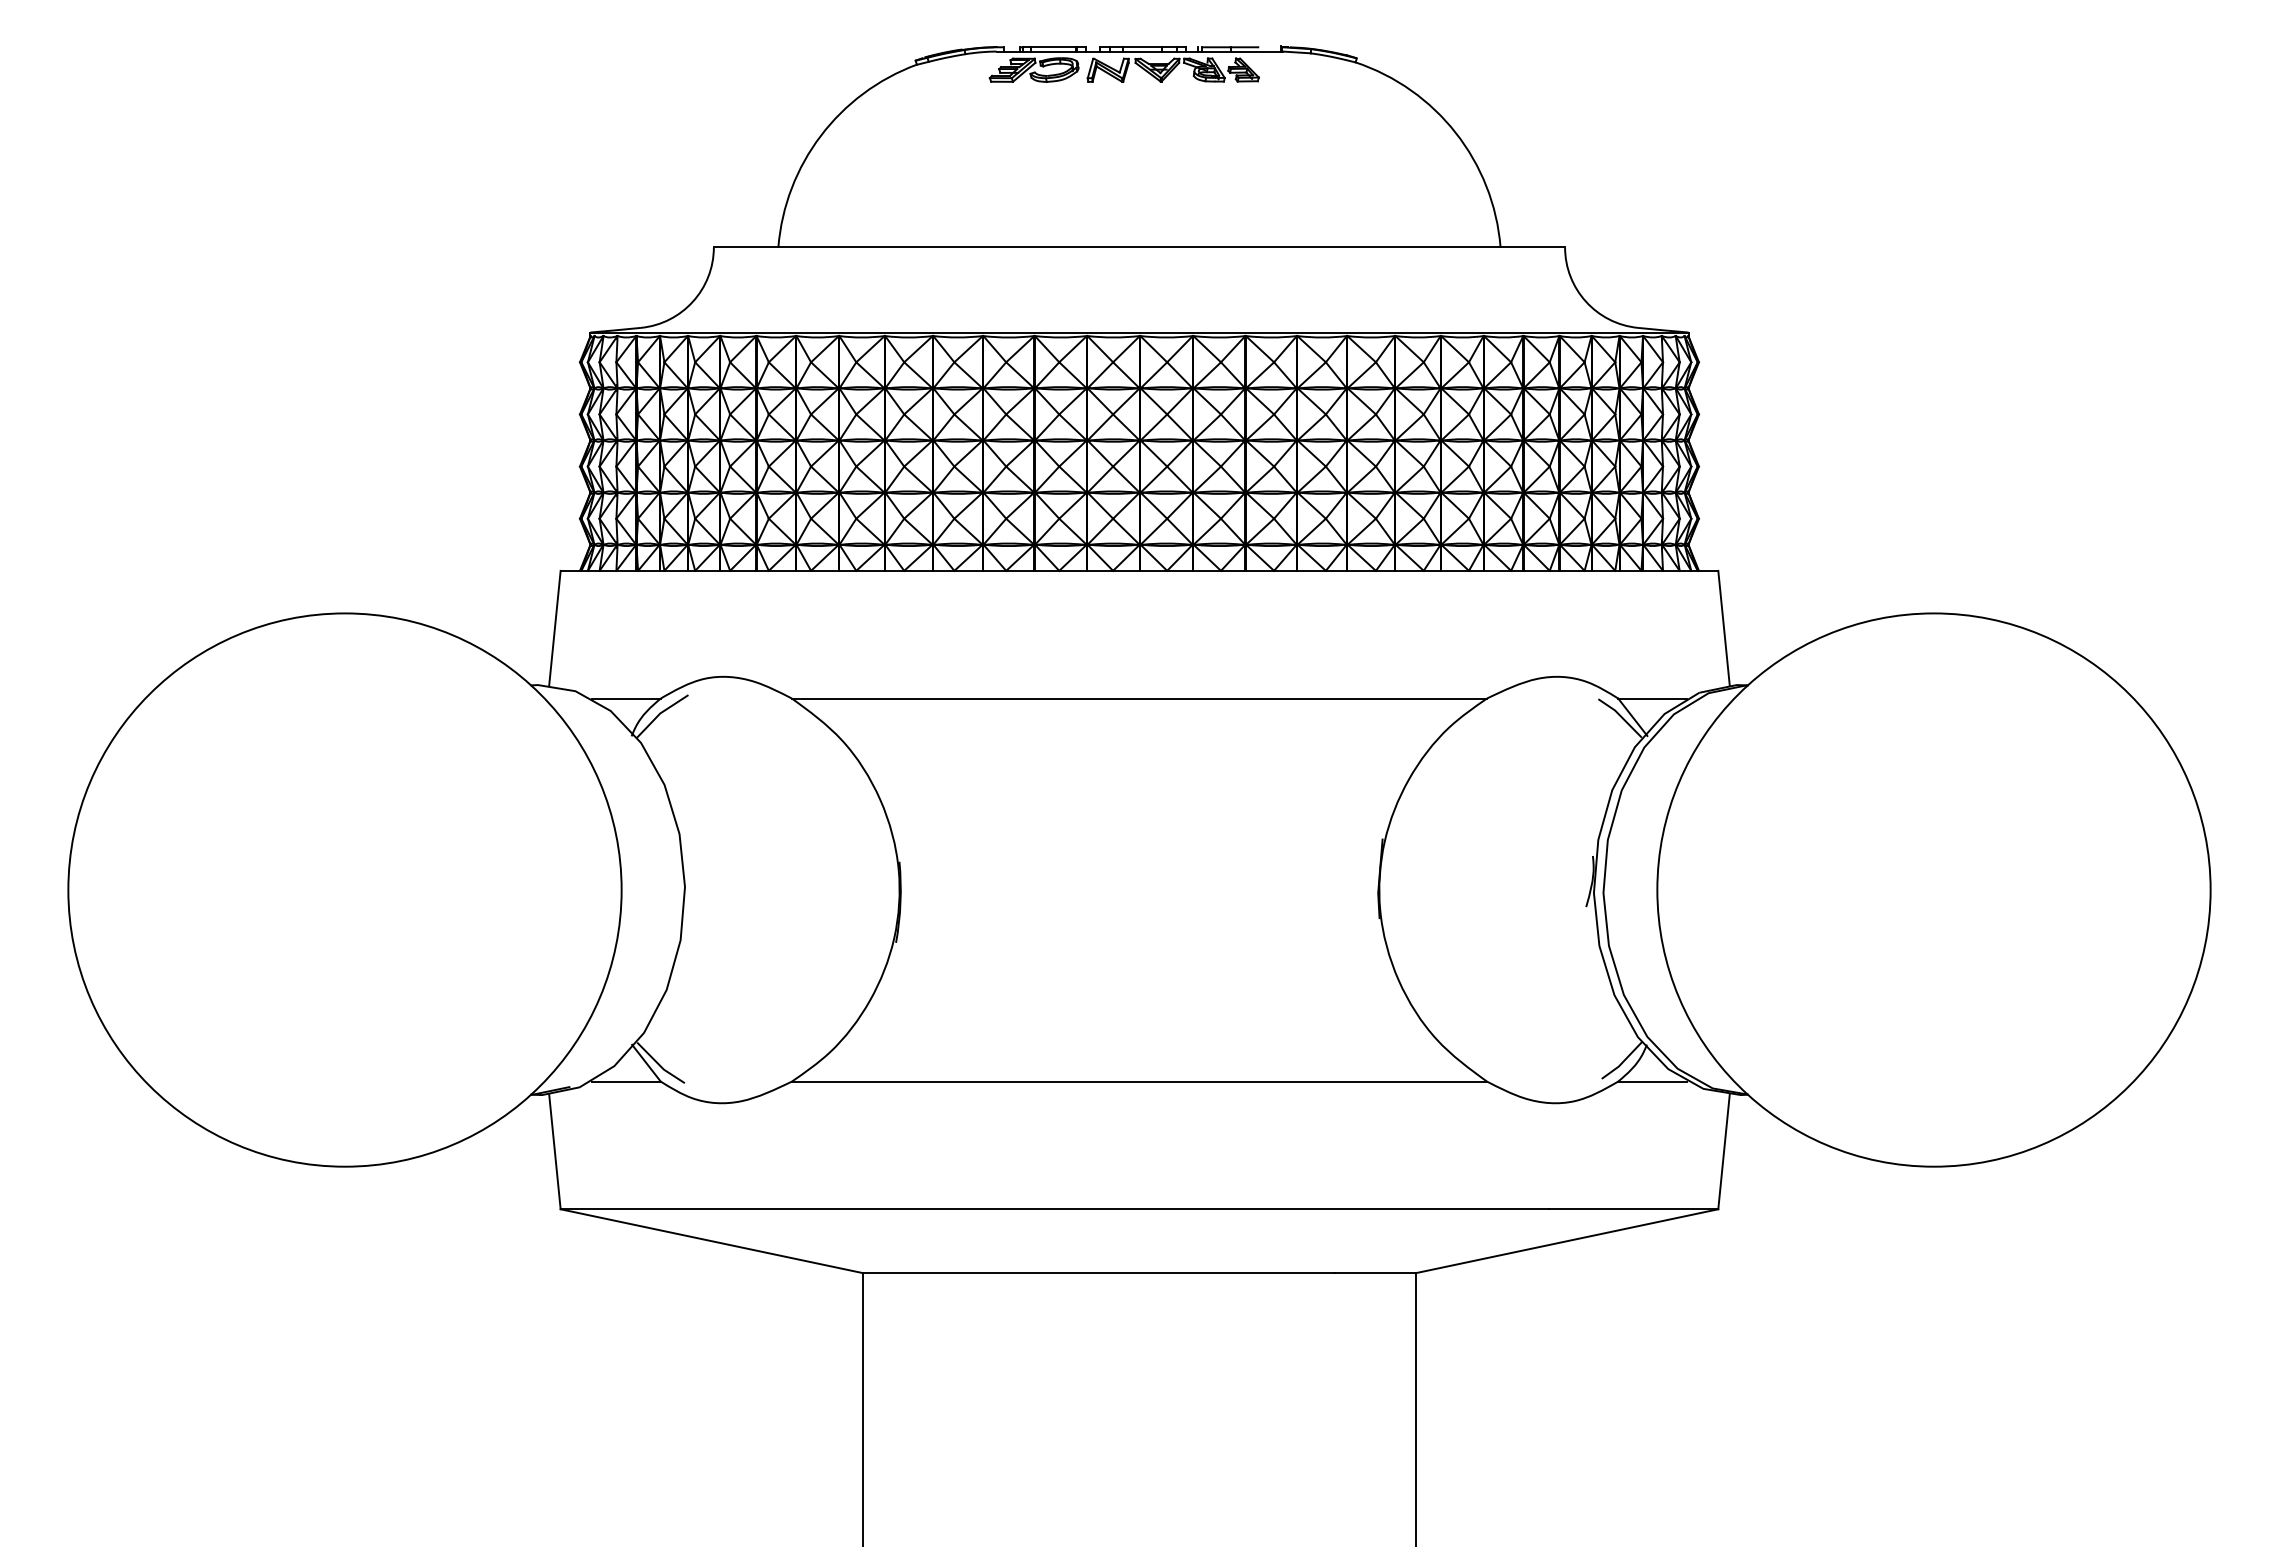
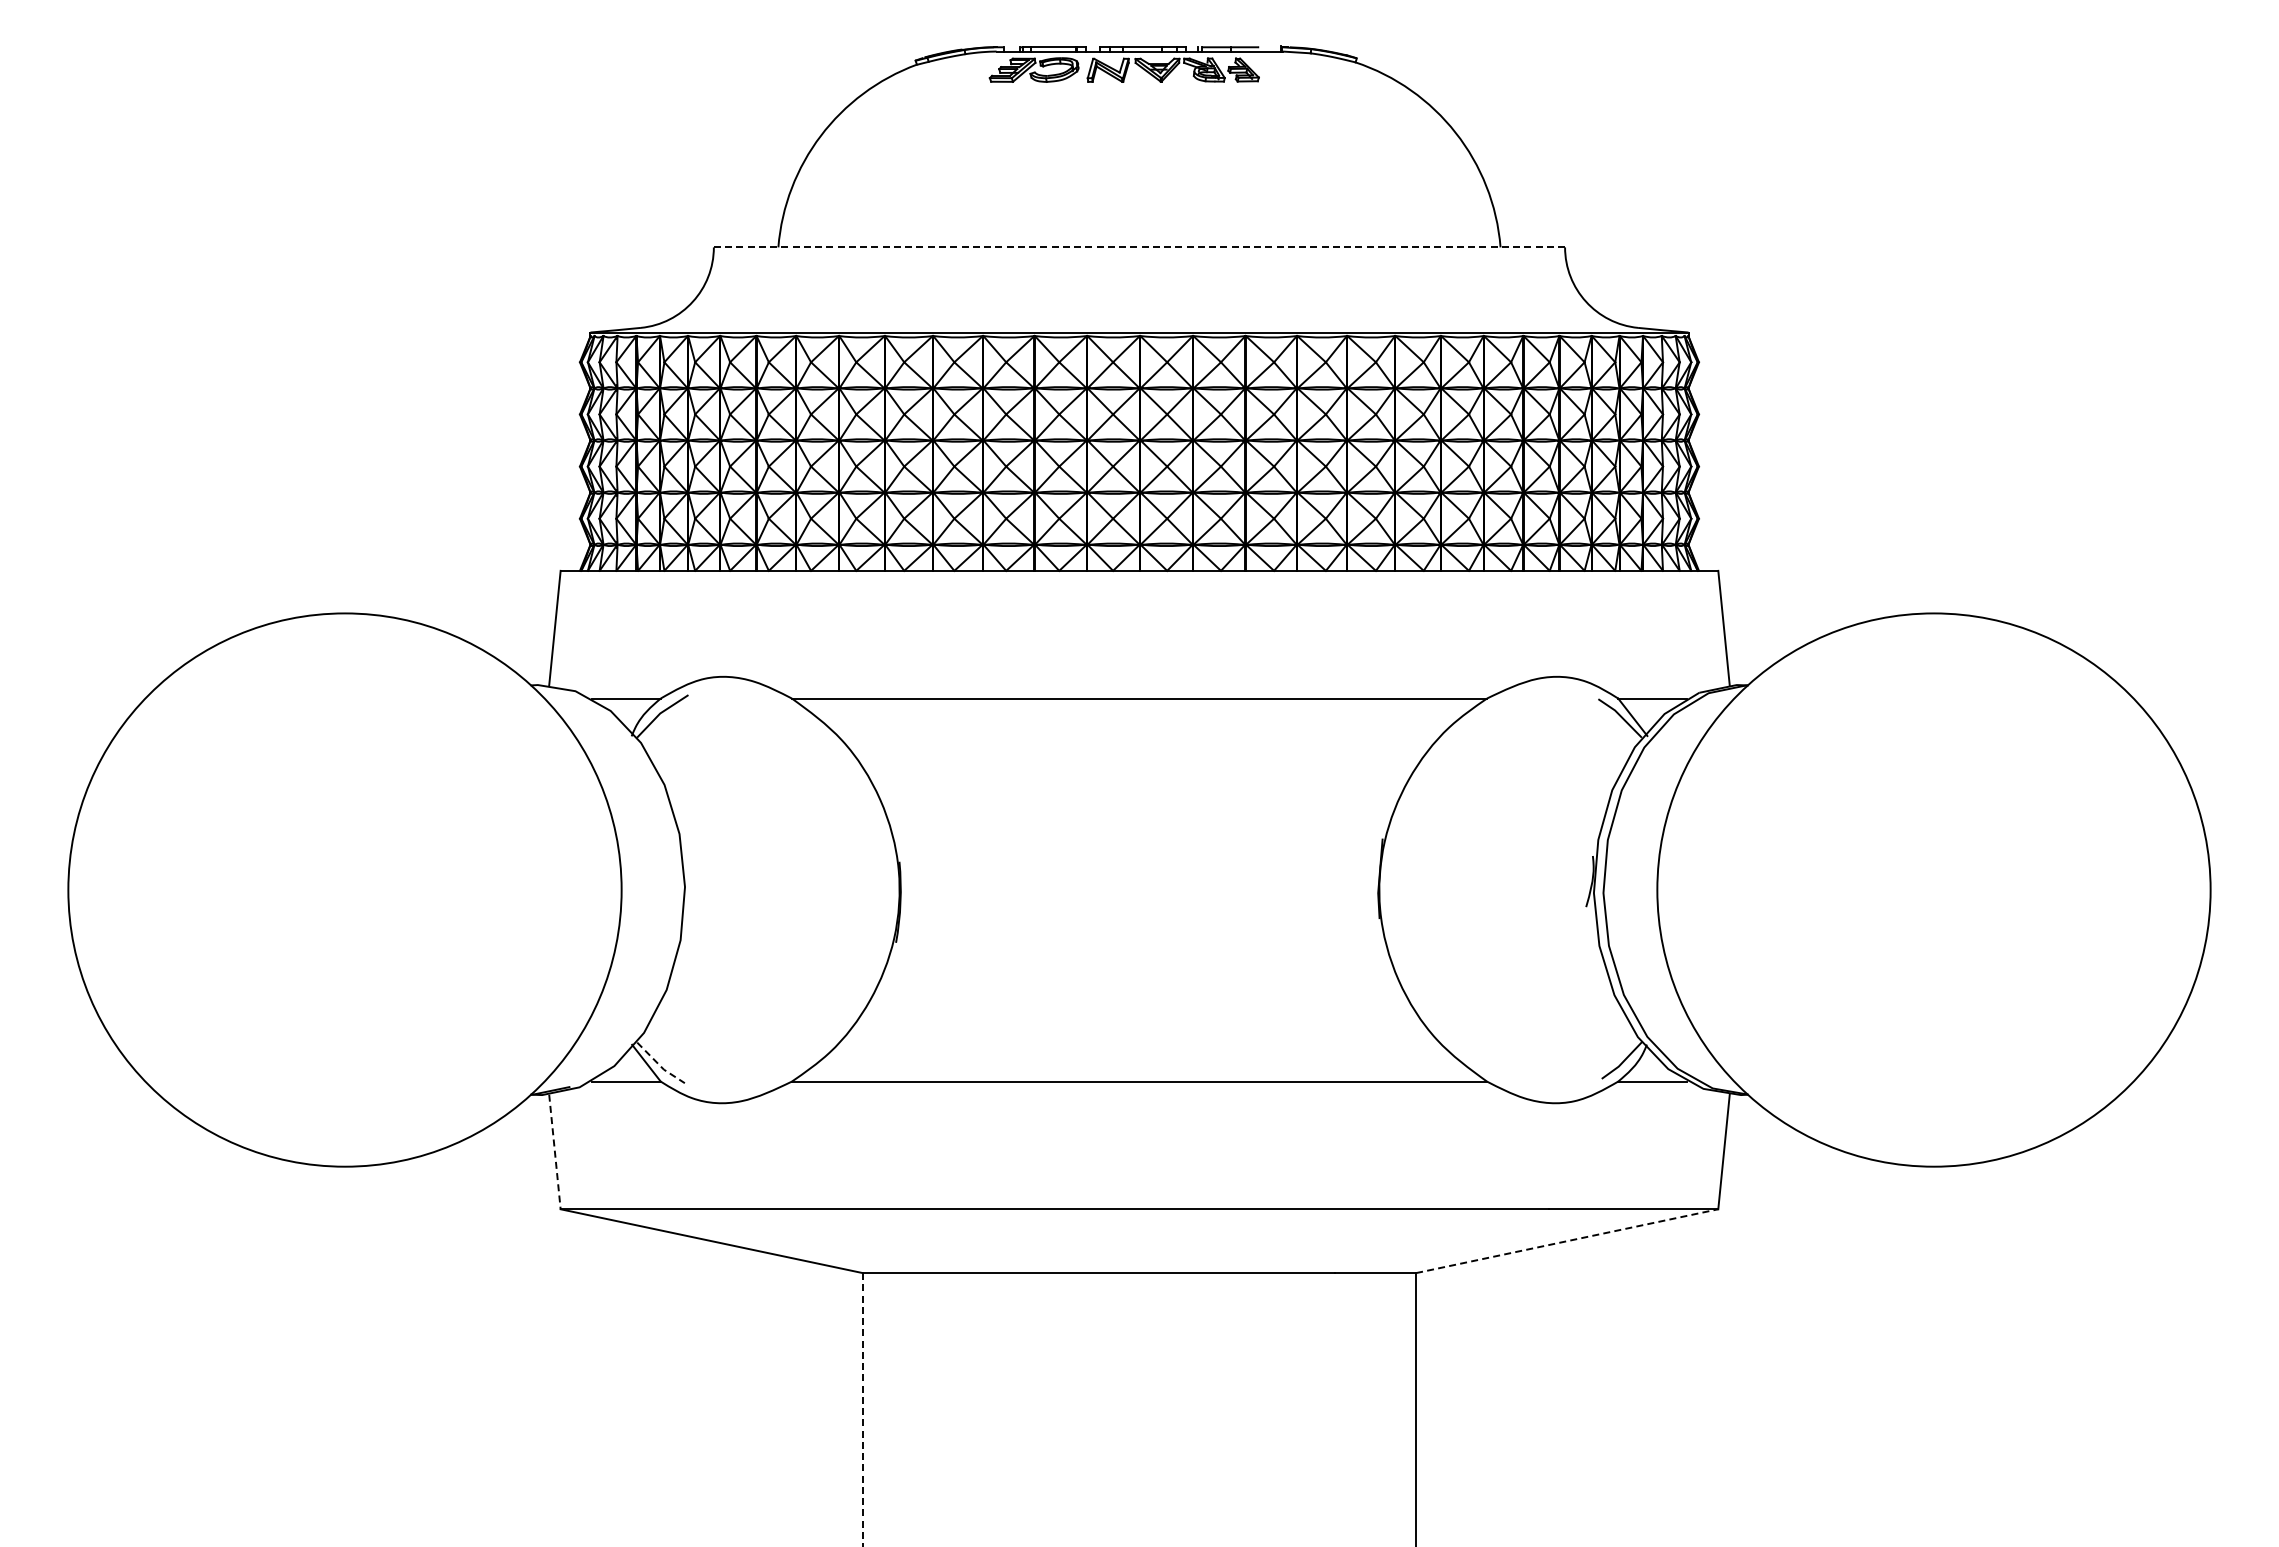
line at (1139, 247): solid -> dashed
line at (659, 1065): solid -> dashed
line at (554, 1151): solid -> dashed
line at (1567, 1241): solid -> dashed
line at (862, 1410): solid -> dashed
